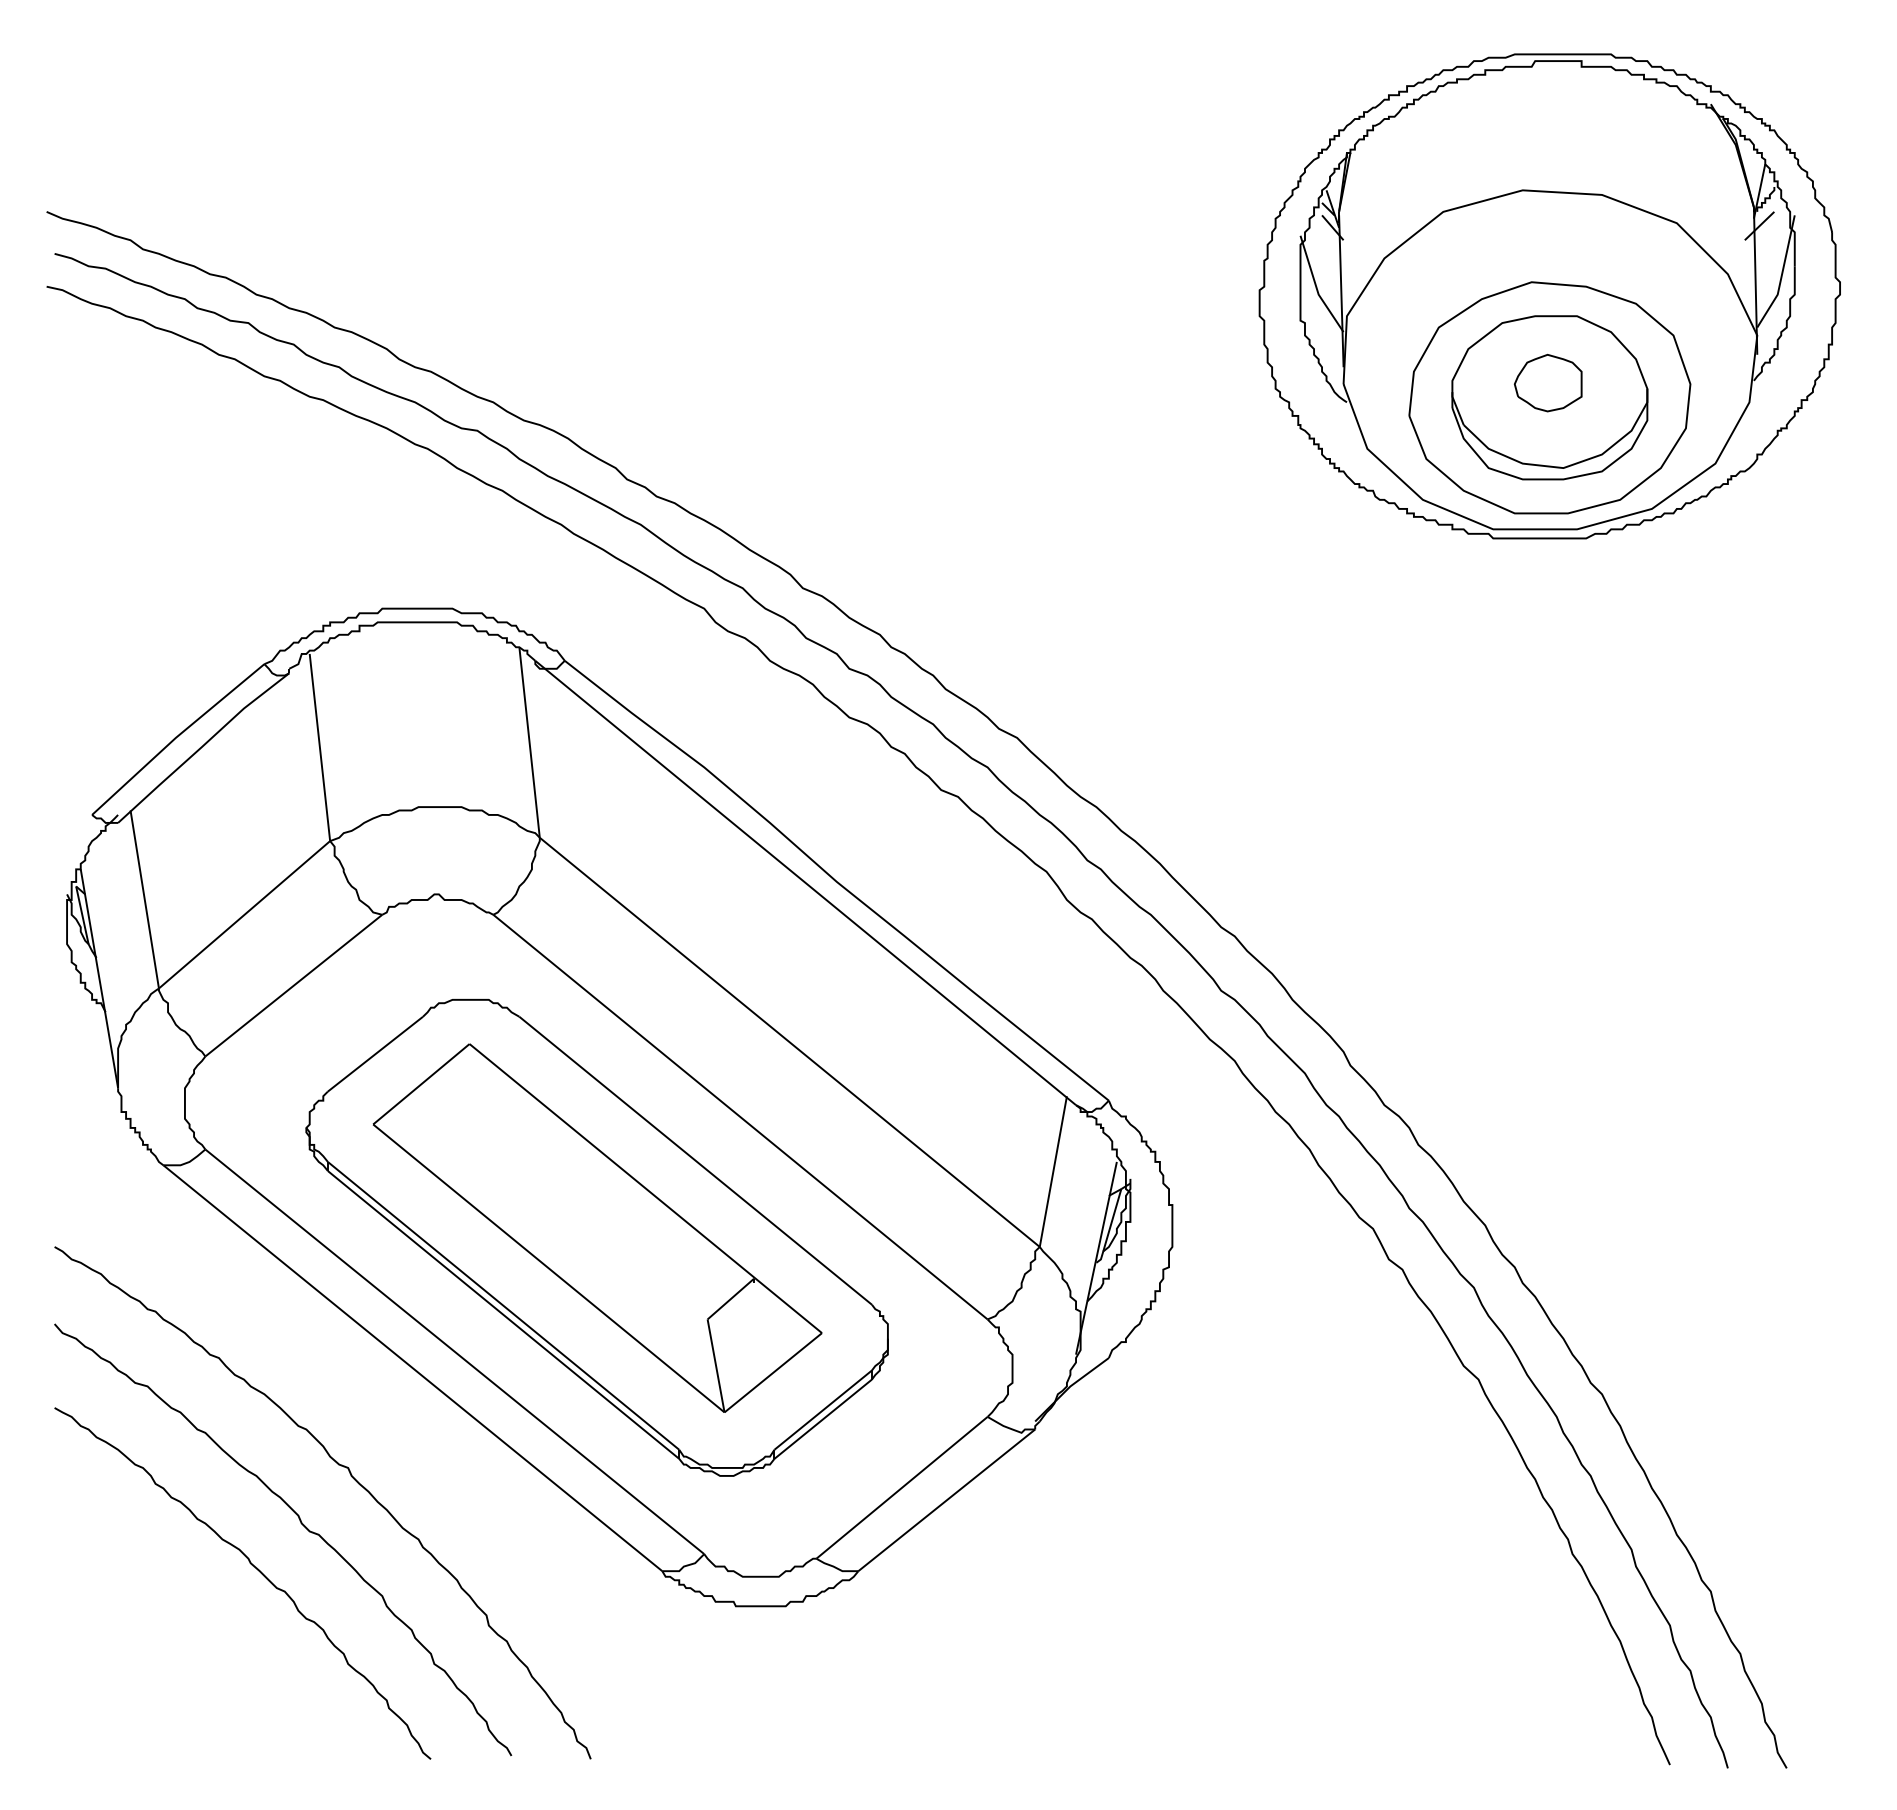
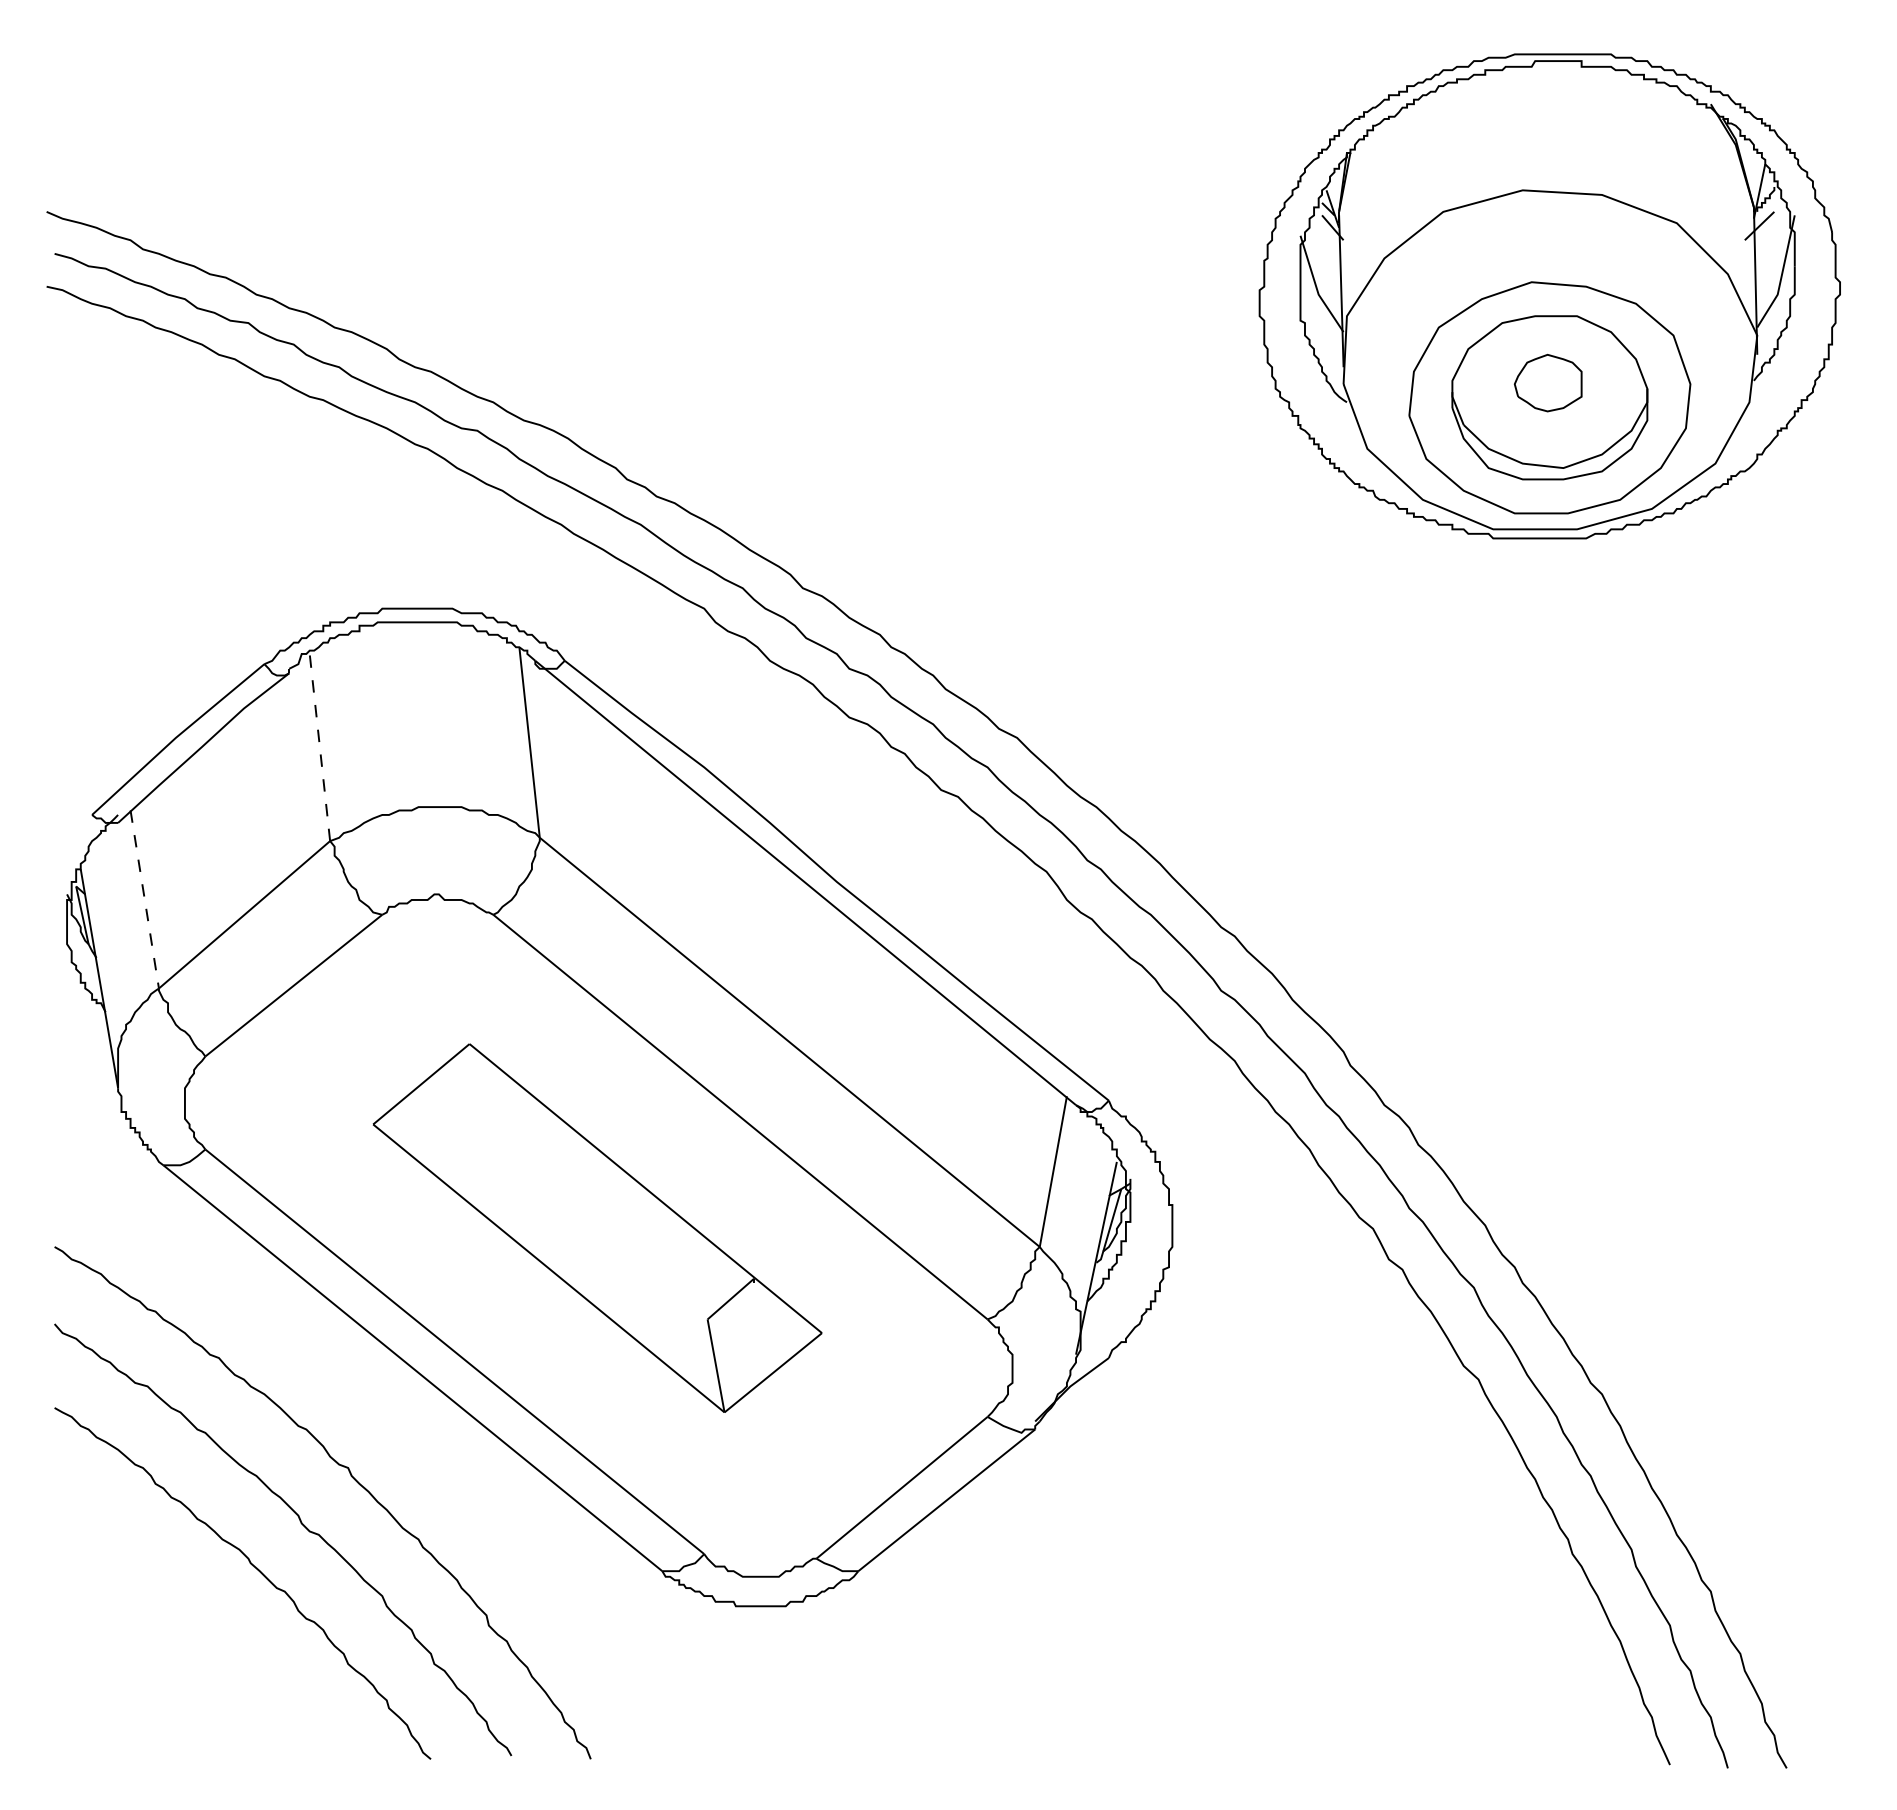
line at (319, 747): solid -> dashed
line at (144, 899): solid -> dashed
part at (596, 1237): present -> none
